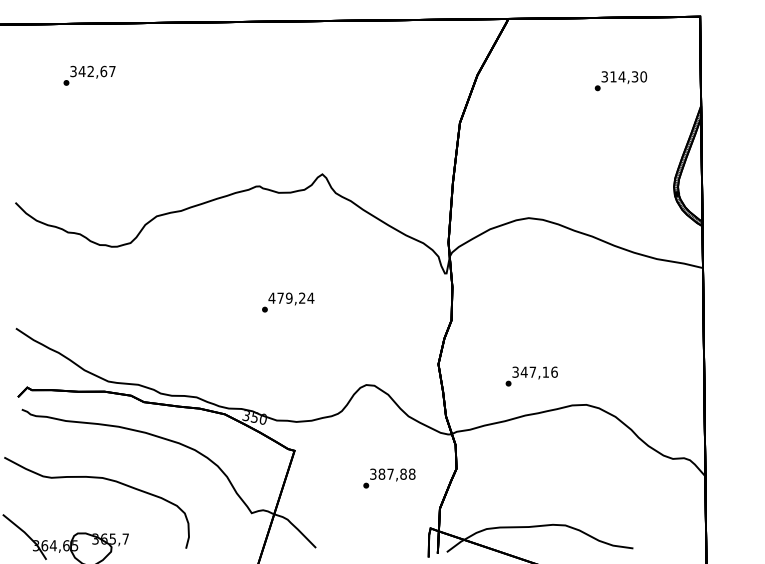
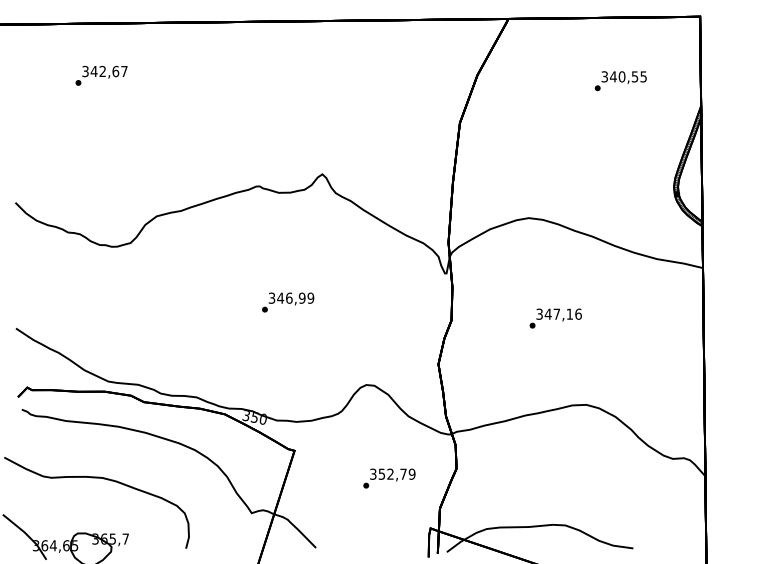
text at (89, 75) position: (89, 75) -> (101, 75)
text at (628, 76): 314,30 -> 340,55
text at (291, 297): 479,24 -> 346,99
text at (531, 376) position: (531, 376) -> (555, 318)
text at (396, 473): 387,88 -> 352,79
